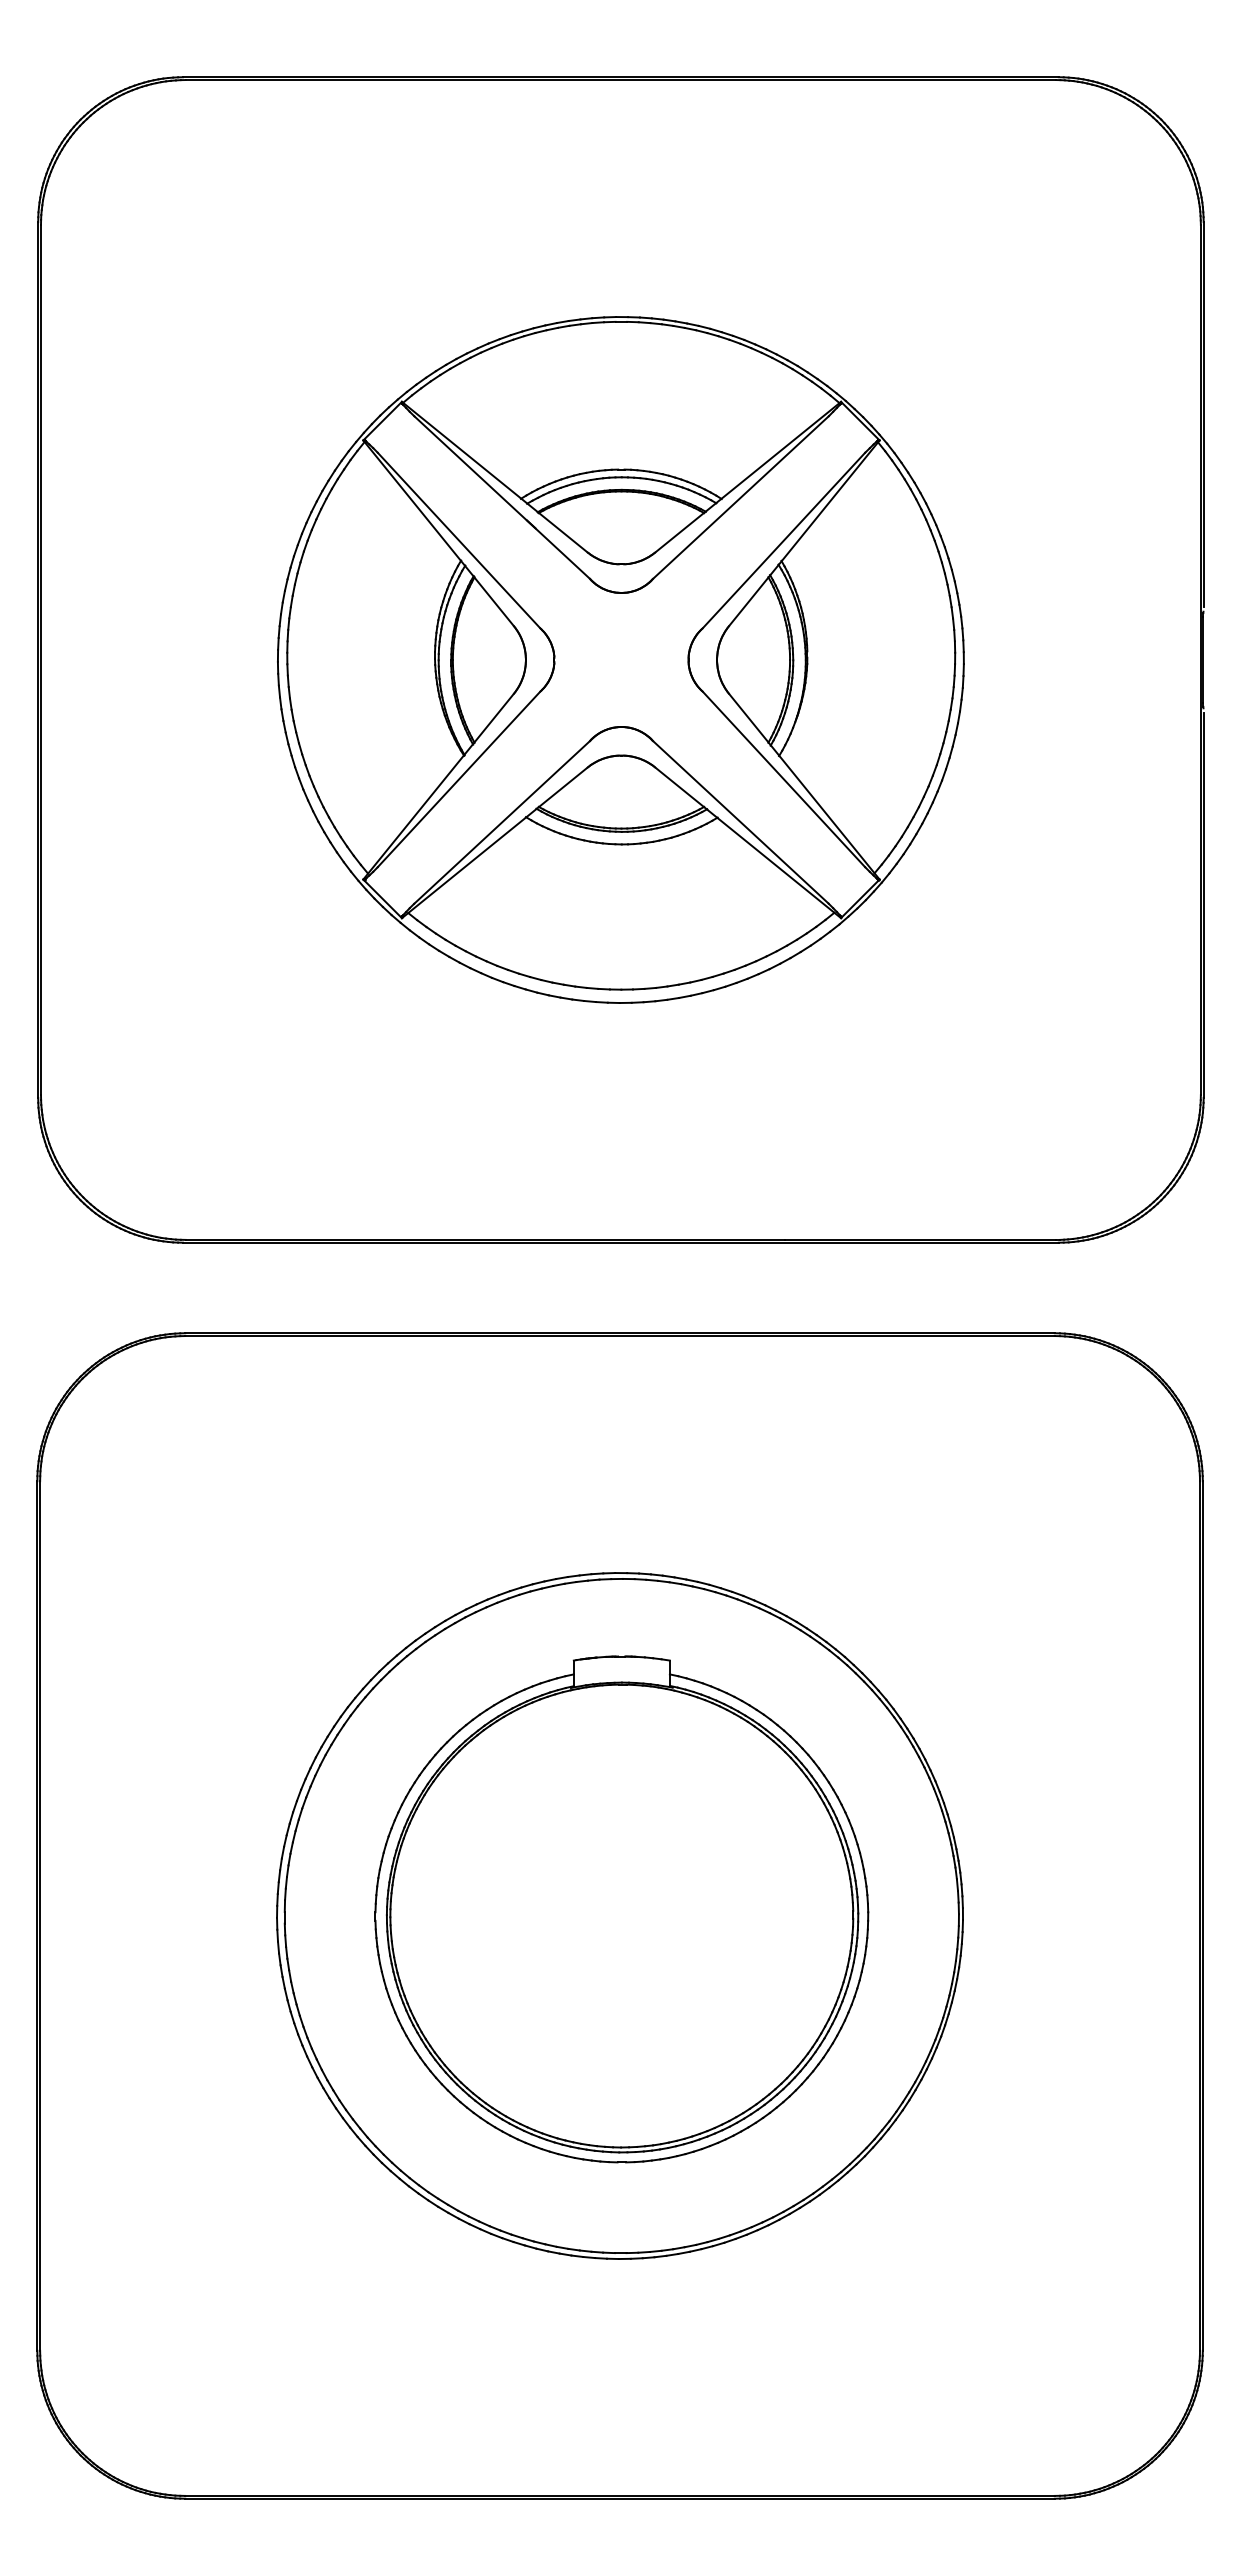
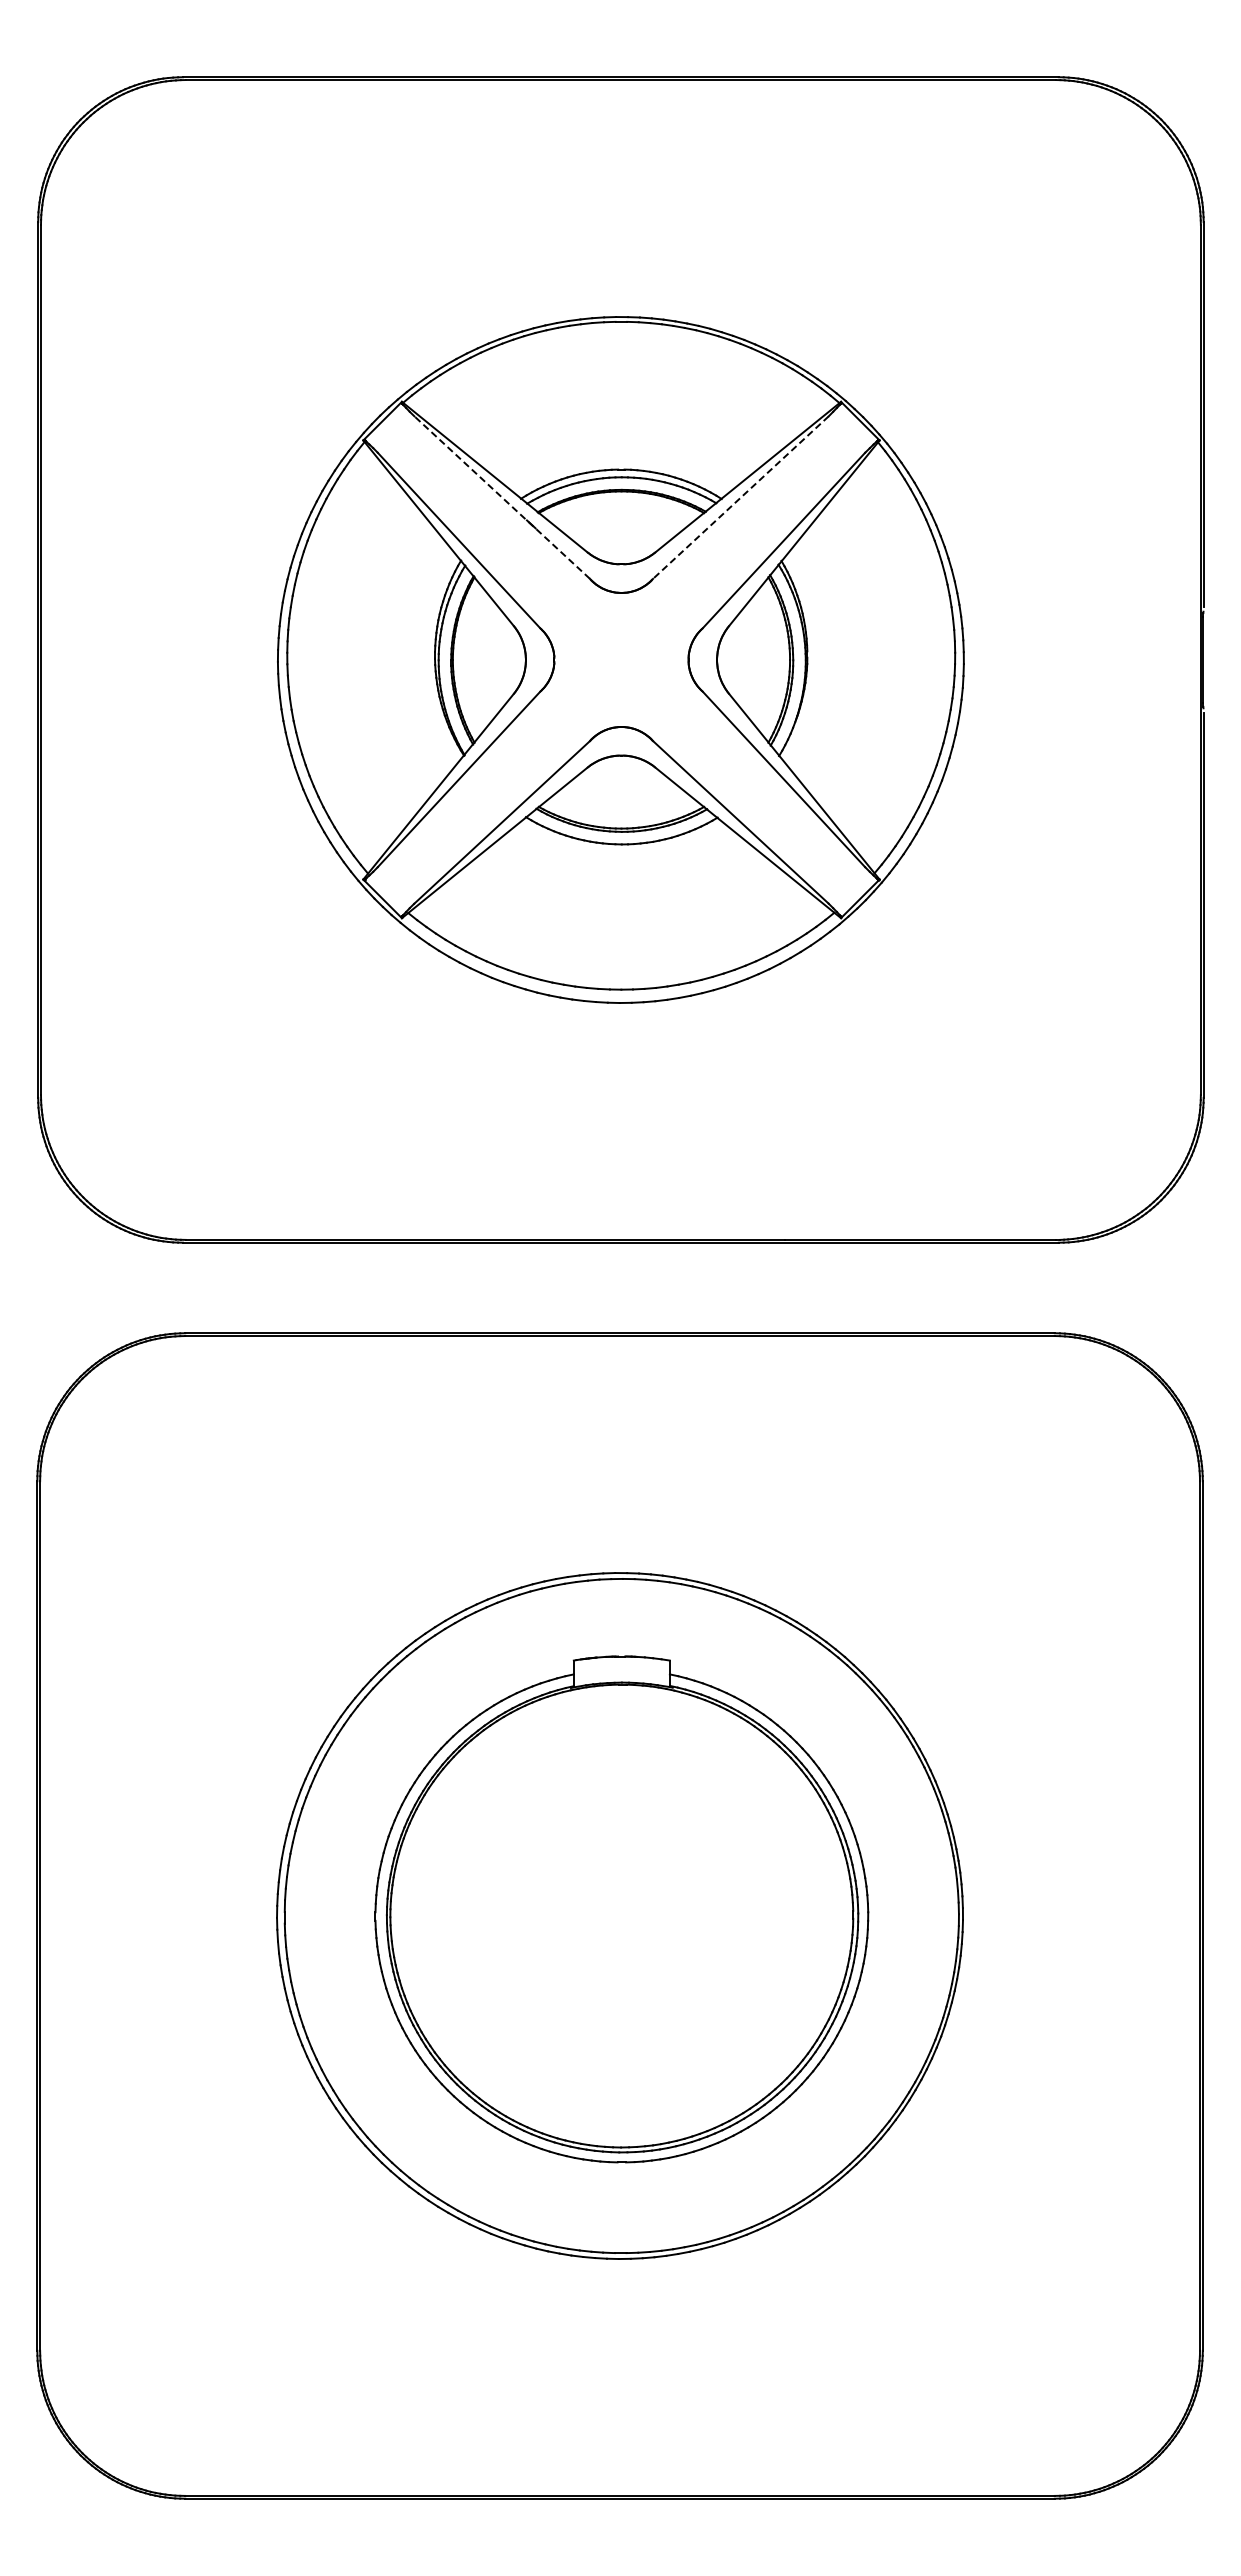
line at (502, 497): solid -> dashed
line at (740, 497): solid -> dashed
